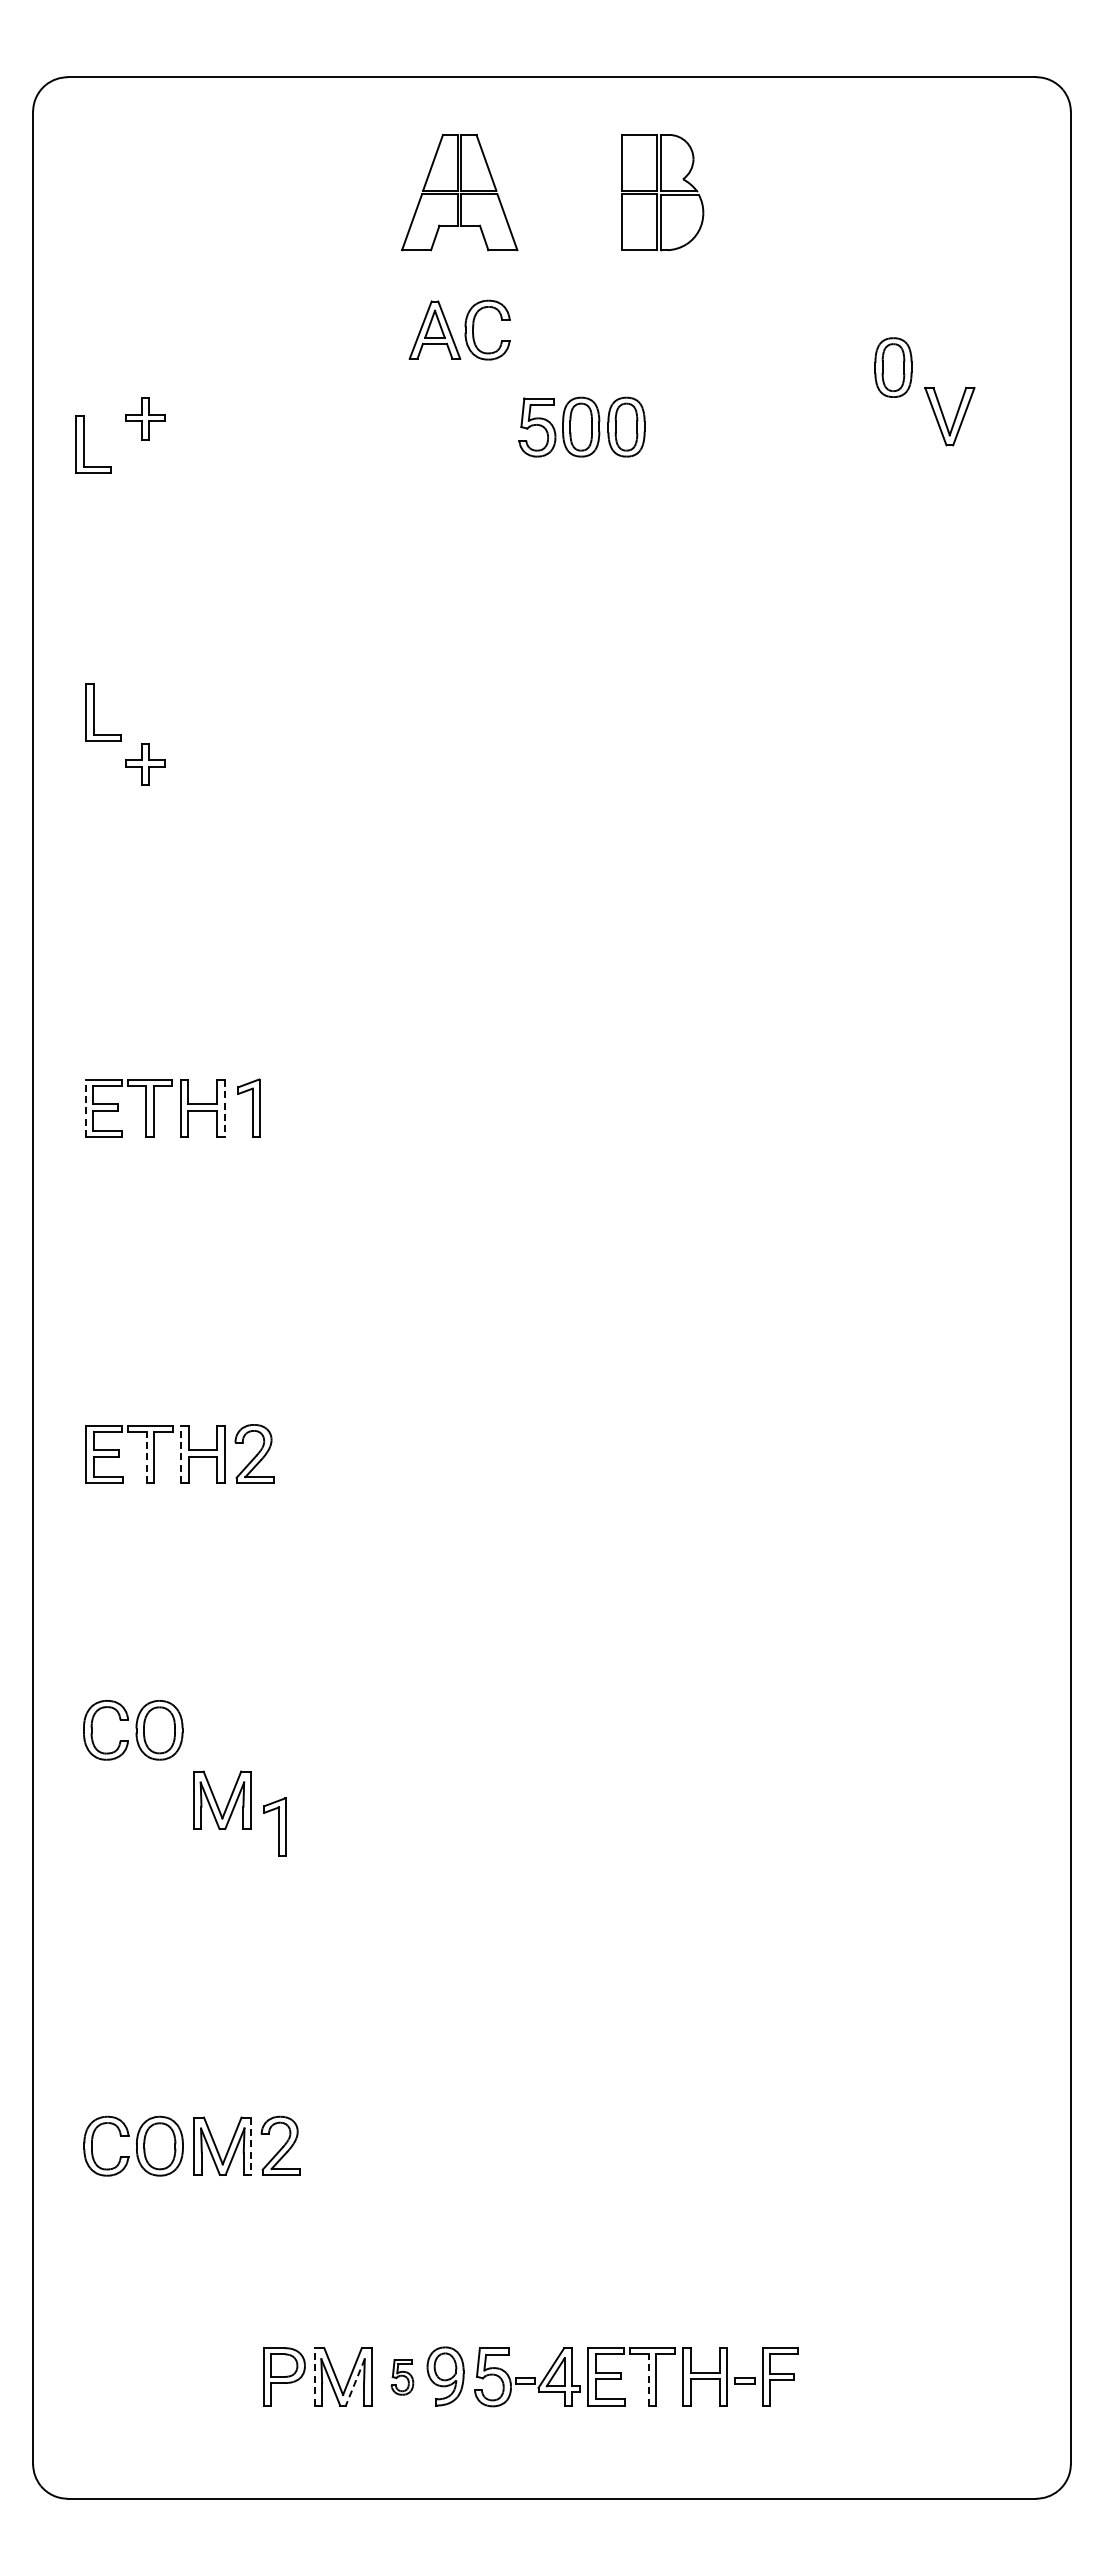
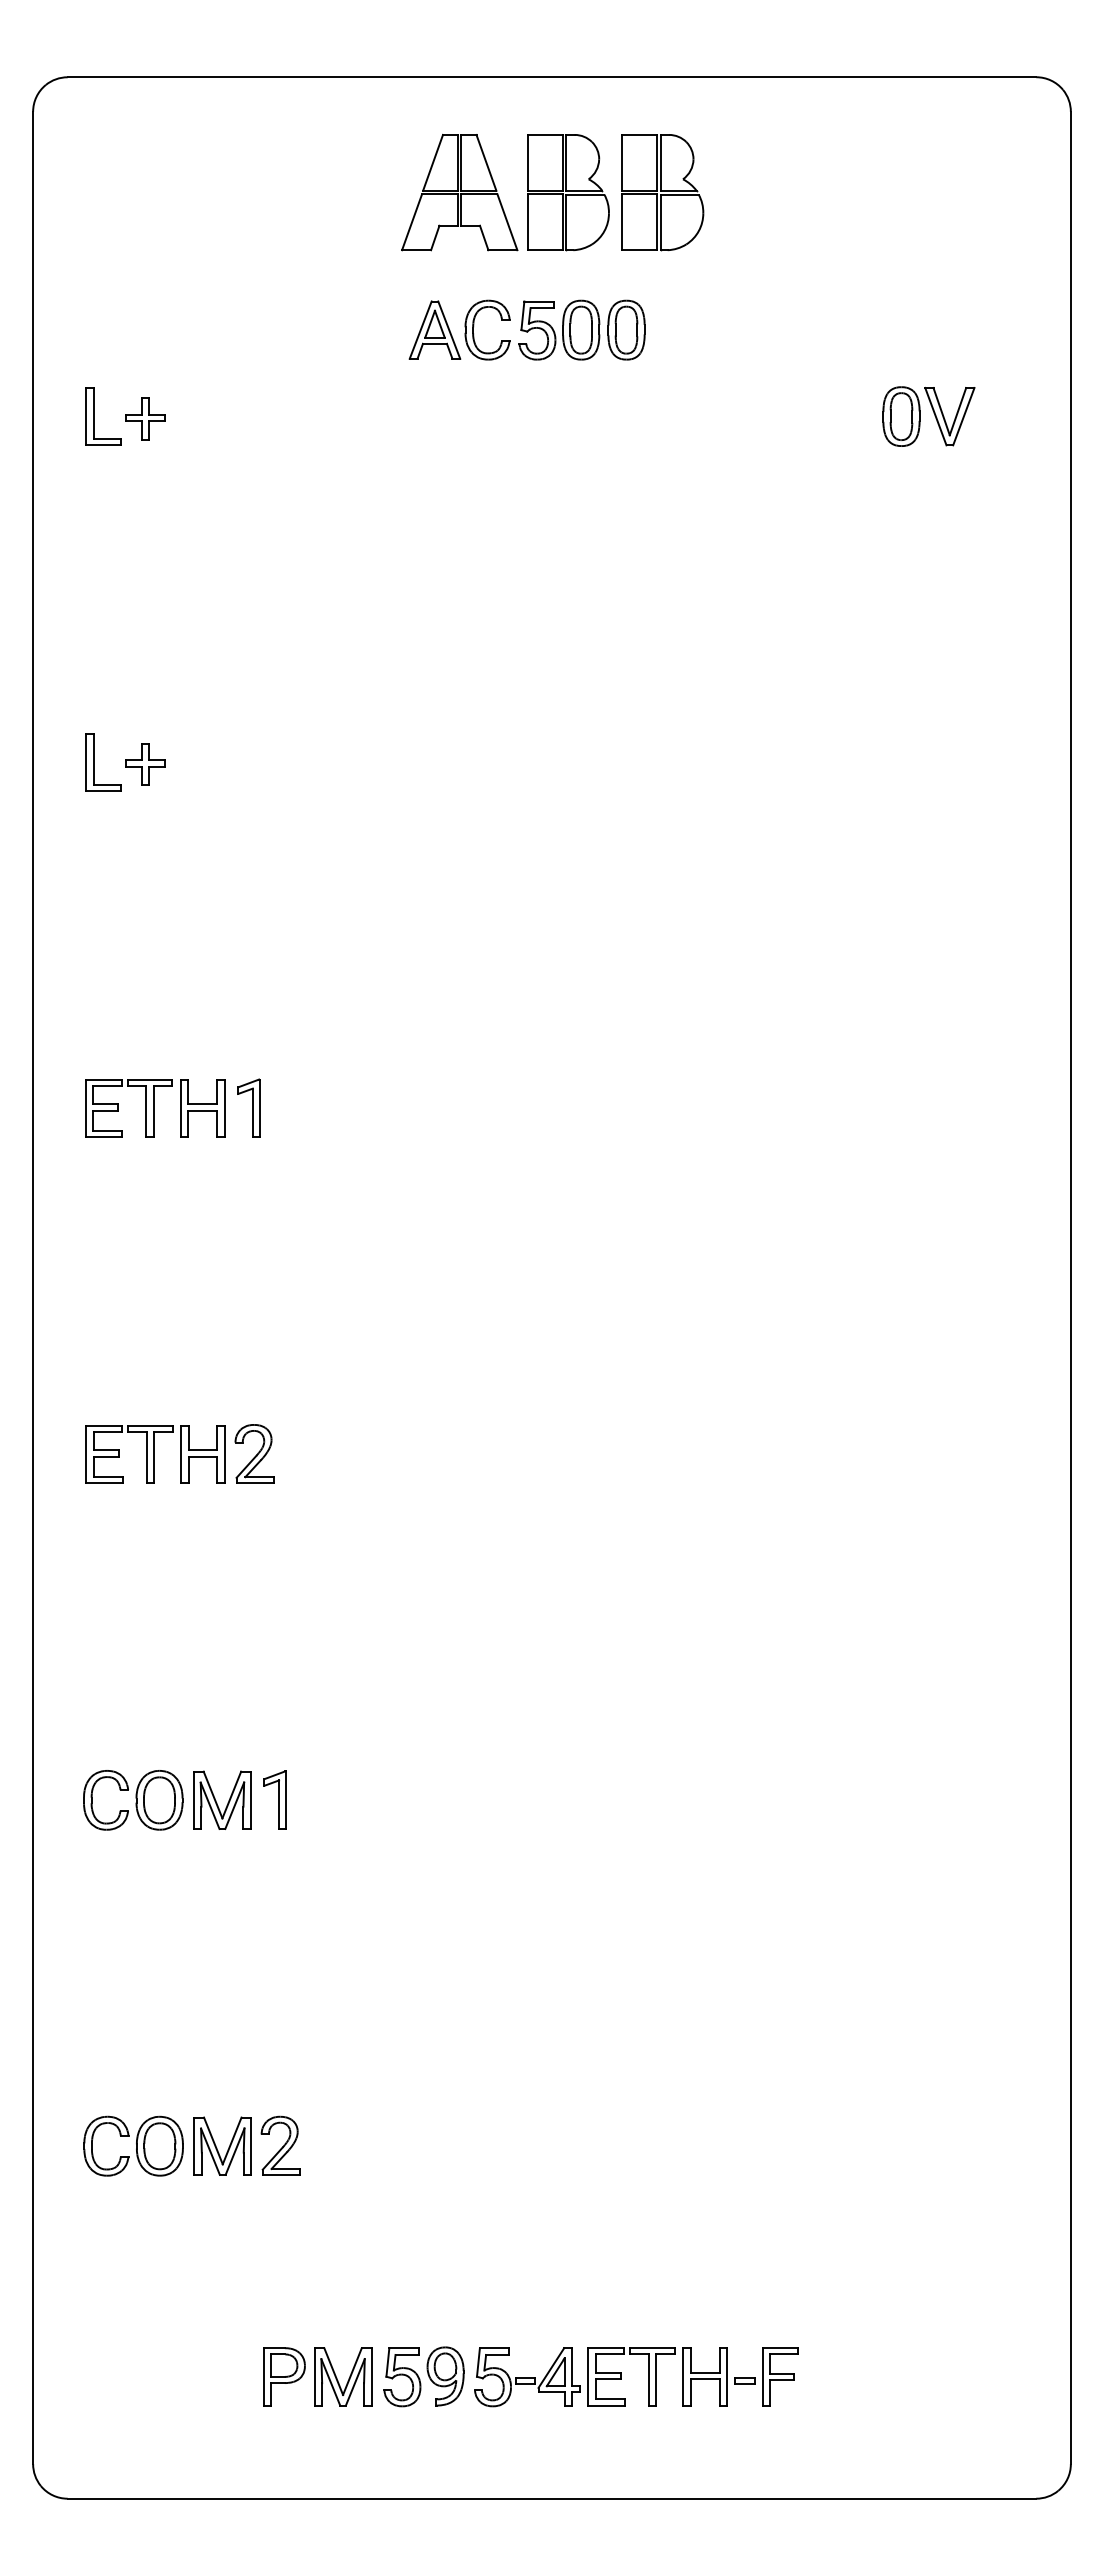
part at (568, 192): none -> present
part at (893, 367) position: (893, 367) -> (901, 416)
part at (581, 426) position: (581, 426) -> (581, 329)
part at (84, 444) position: (84, 444) -> (94, 416)
part at (94, 712) position: (94, 712) -> (94, 762)
line at (85, 1108): dashed -> solid
line at (224, 1108): dashed -> solid
line at (181, 1454): dashed -> solid
line at (146, 1457): dashed -> solid
part at (133, 1730) position: (133, 1730) -> (133, 1800)
part at (274, 1826) position: (274, 1826) -> (274, 1799)
line at (251, 2146): dashed -> solid
line at (314, 2376): dashed -> solid
part at (402, 2377) size: 25x37 px -> 39x61 px
line at (648, 2379): dashed -> solid
line at (355, 2382): dashed -> solid
